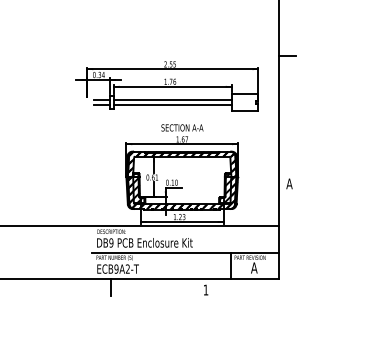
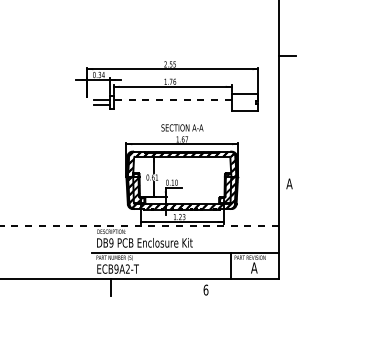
line at (172, 99): solid -> dashed
line at (172, 105): present -> none
line at (139, 226): solid -> dashed
text at (205, 289): 1 -> 6
